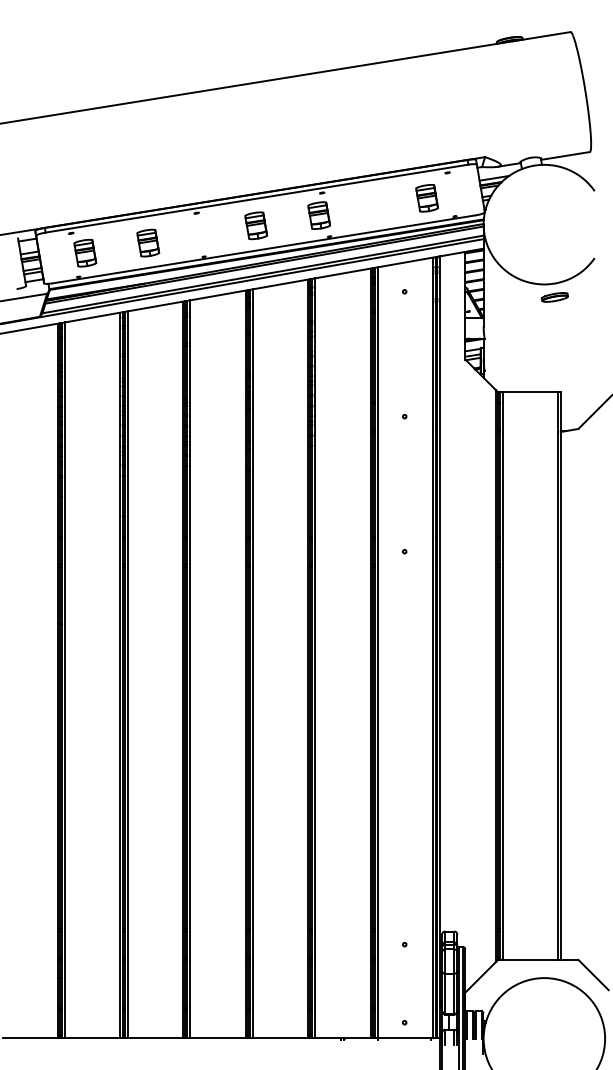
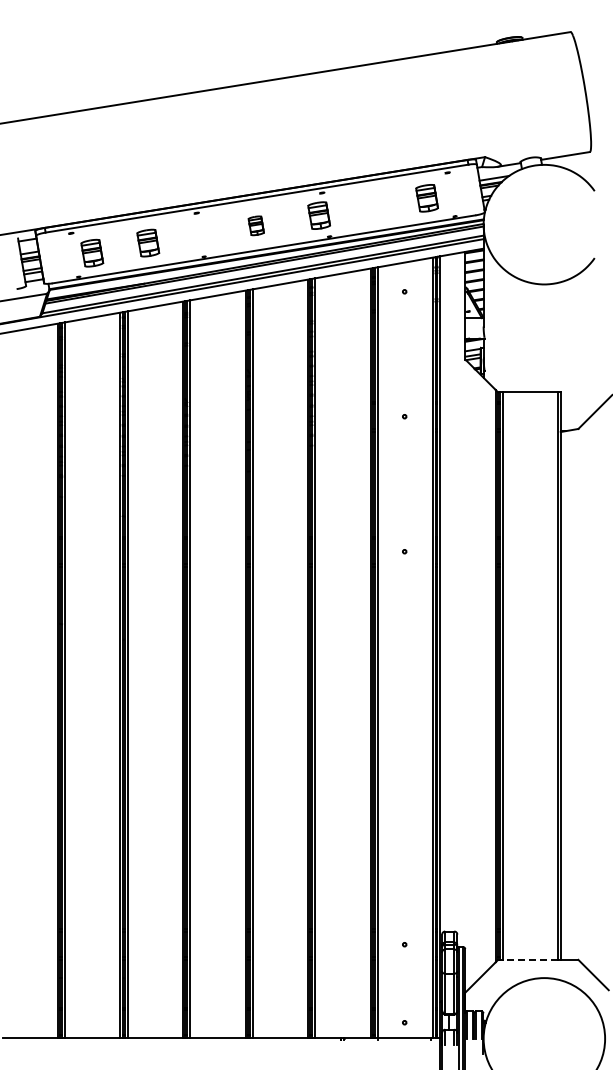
part at (256, 225) size: 25x30 px -> 18x22 px
part at (85, 252) position: (85, 252) -> (92, 252)
part at (554, 297): present -> none
line at (530, 959): solid -> dashed
